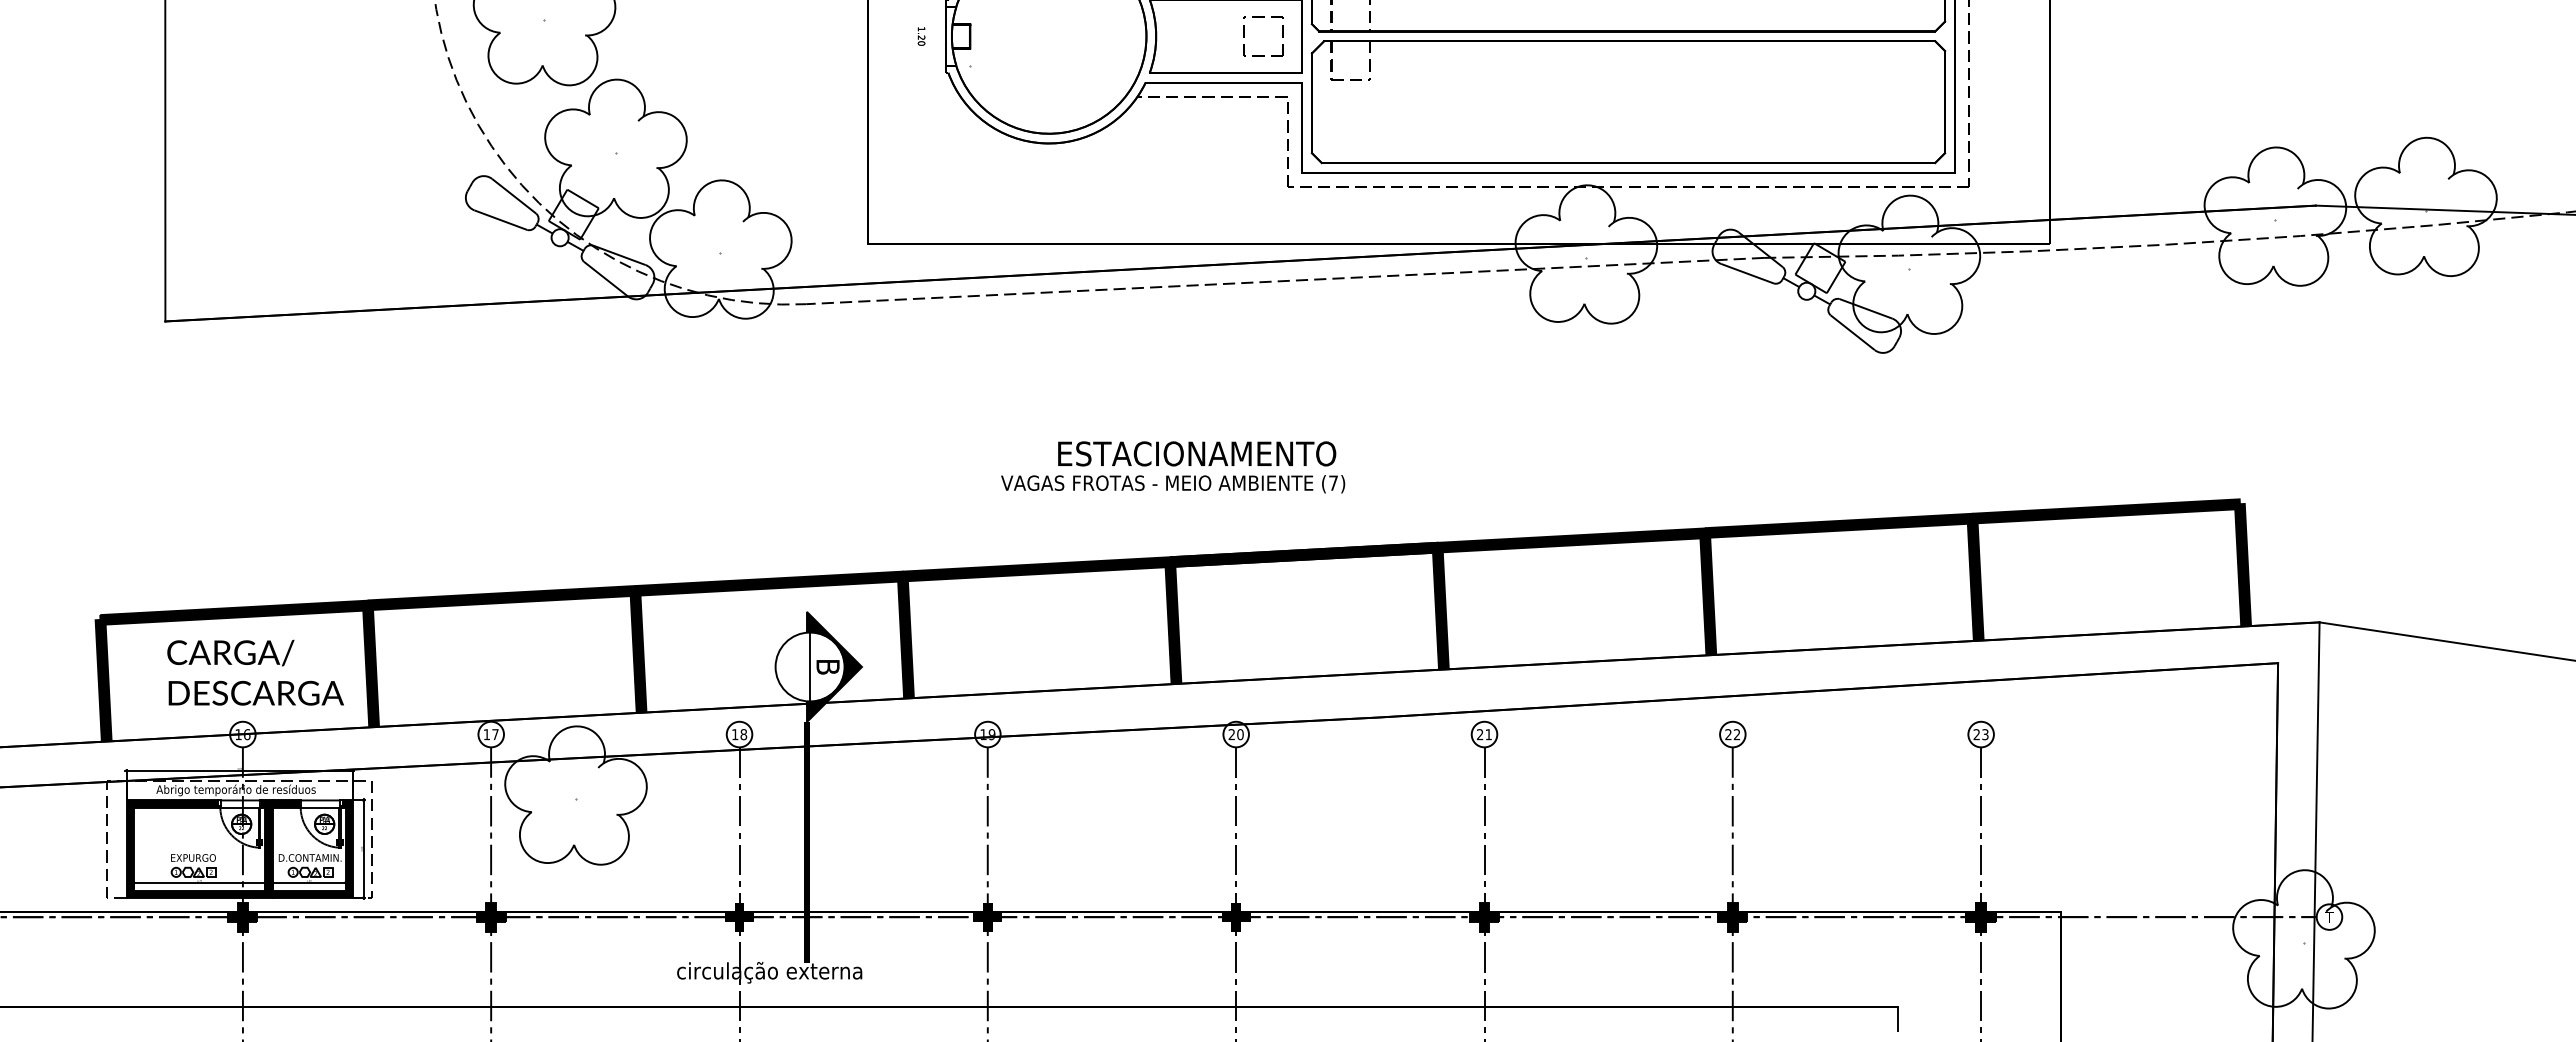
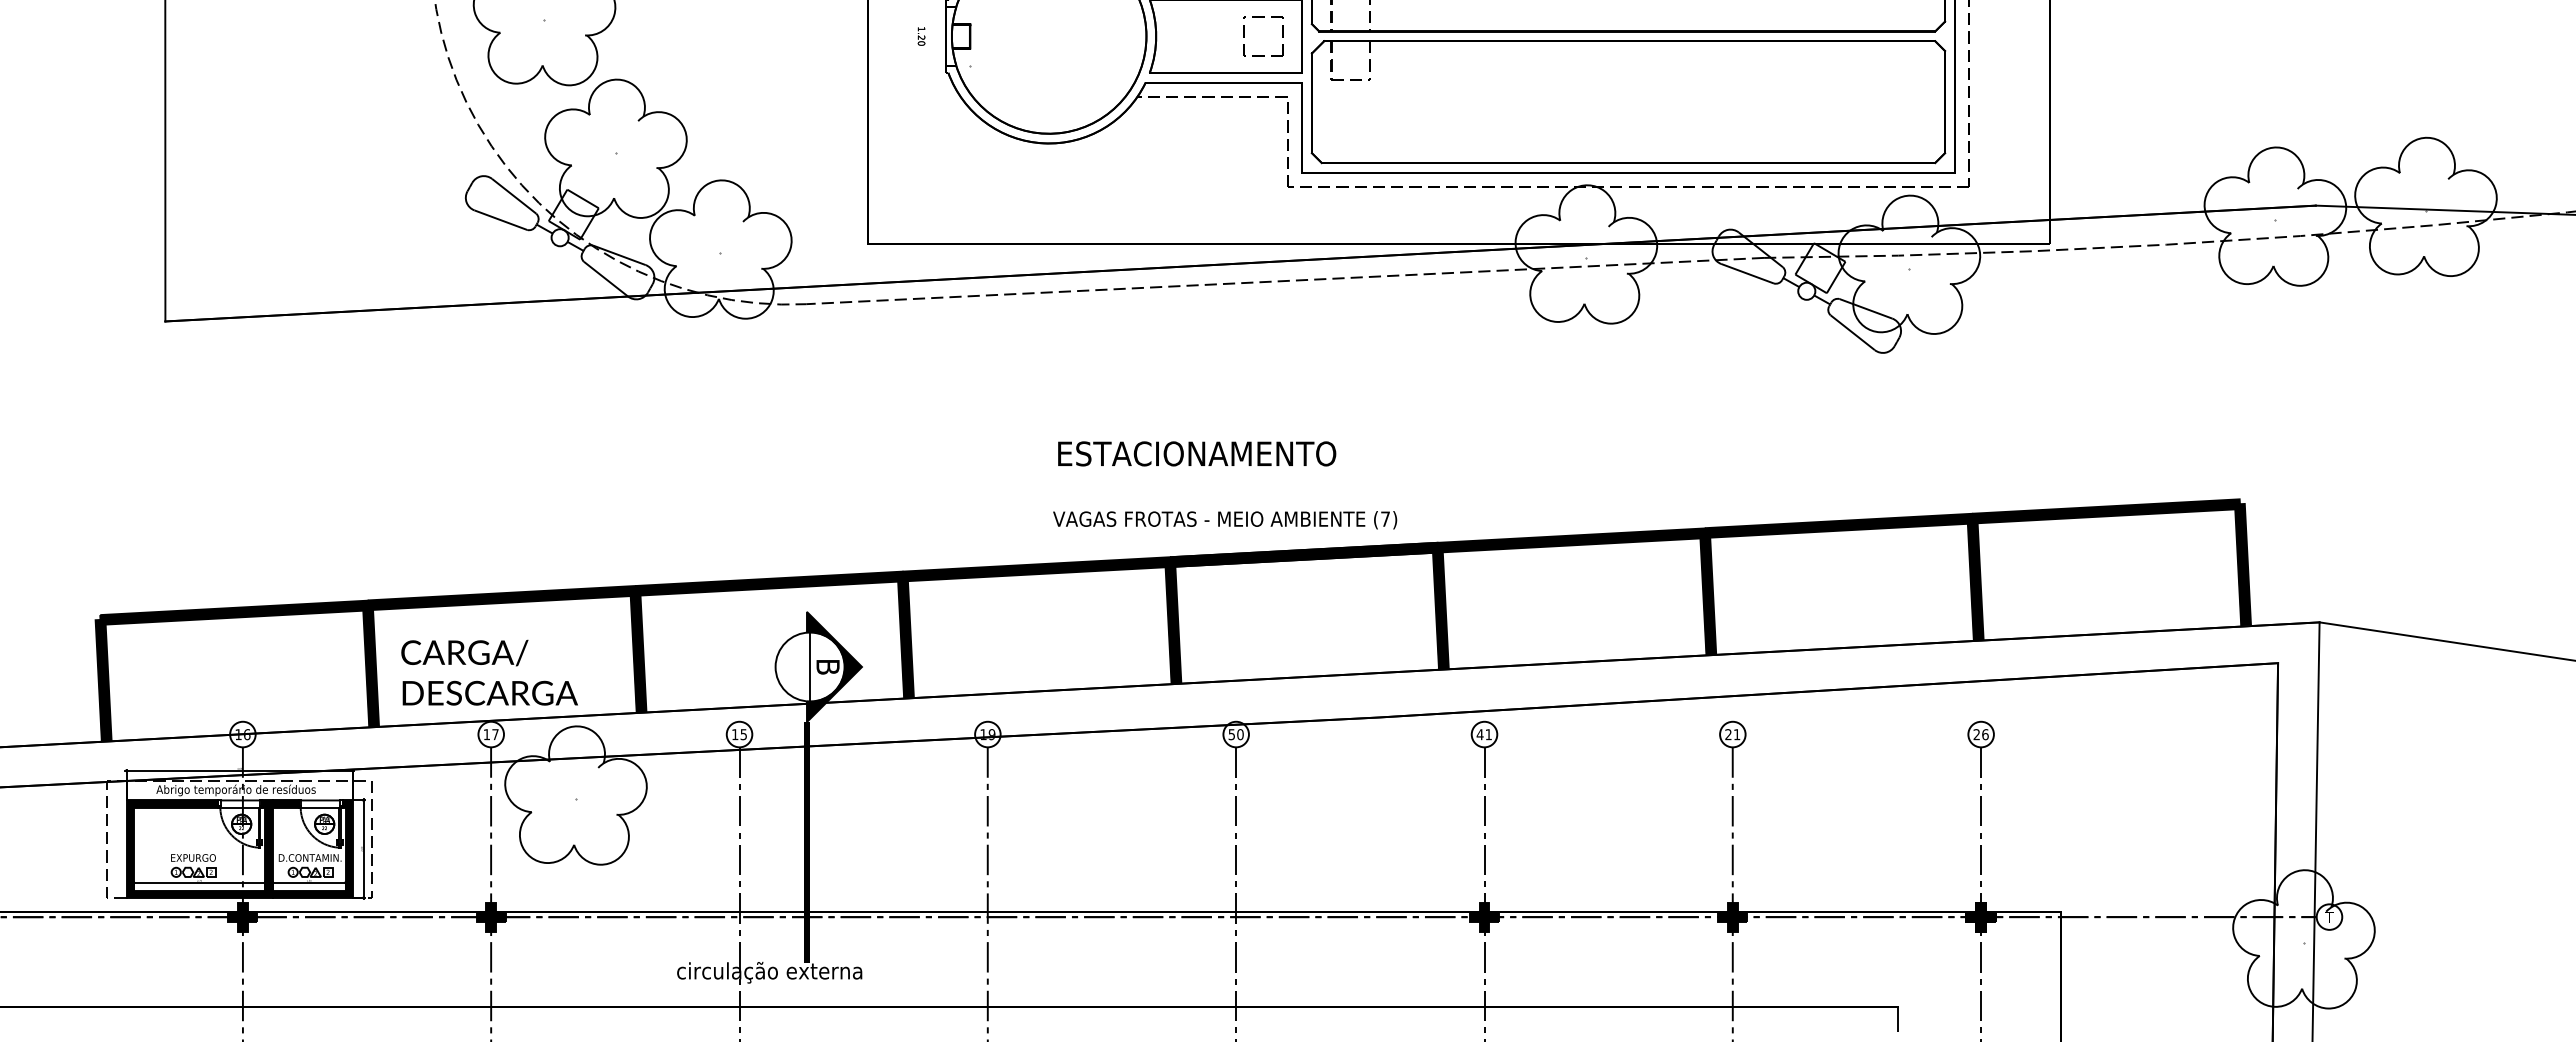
text at (1173, 484) position: (1173, 484) -> (1225, 520)
text at (255, 672) position: (255, 672) -> (489, 672)
text at (743, 734): 18 -> 15
text at (1231, 734): 20 -> 50
text at (1479, 734): 21 -> 41
text at (1736, 734): 22 -> 21
text at (1985, 734): 23 -> 26
fill at (739, 916): present -> none
fill at (987, 916): present -> none
fill at (1235, 916): present -> none
